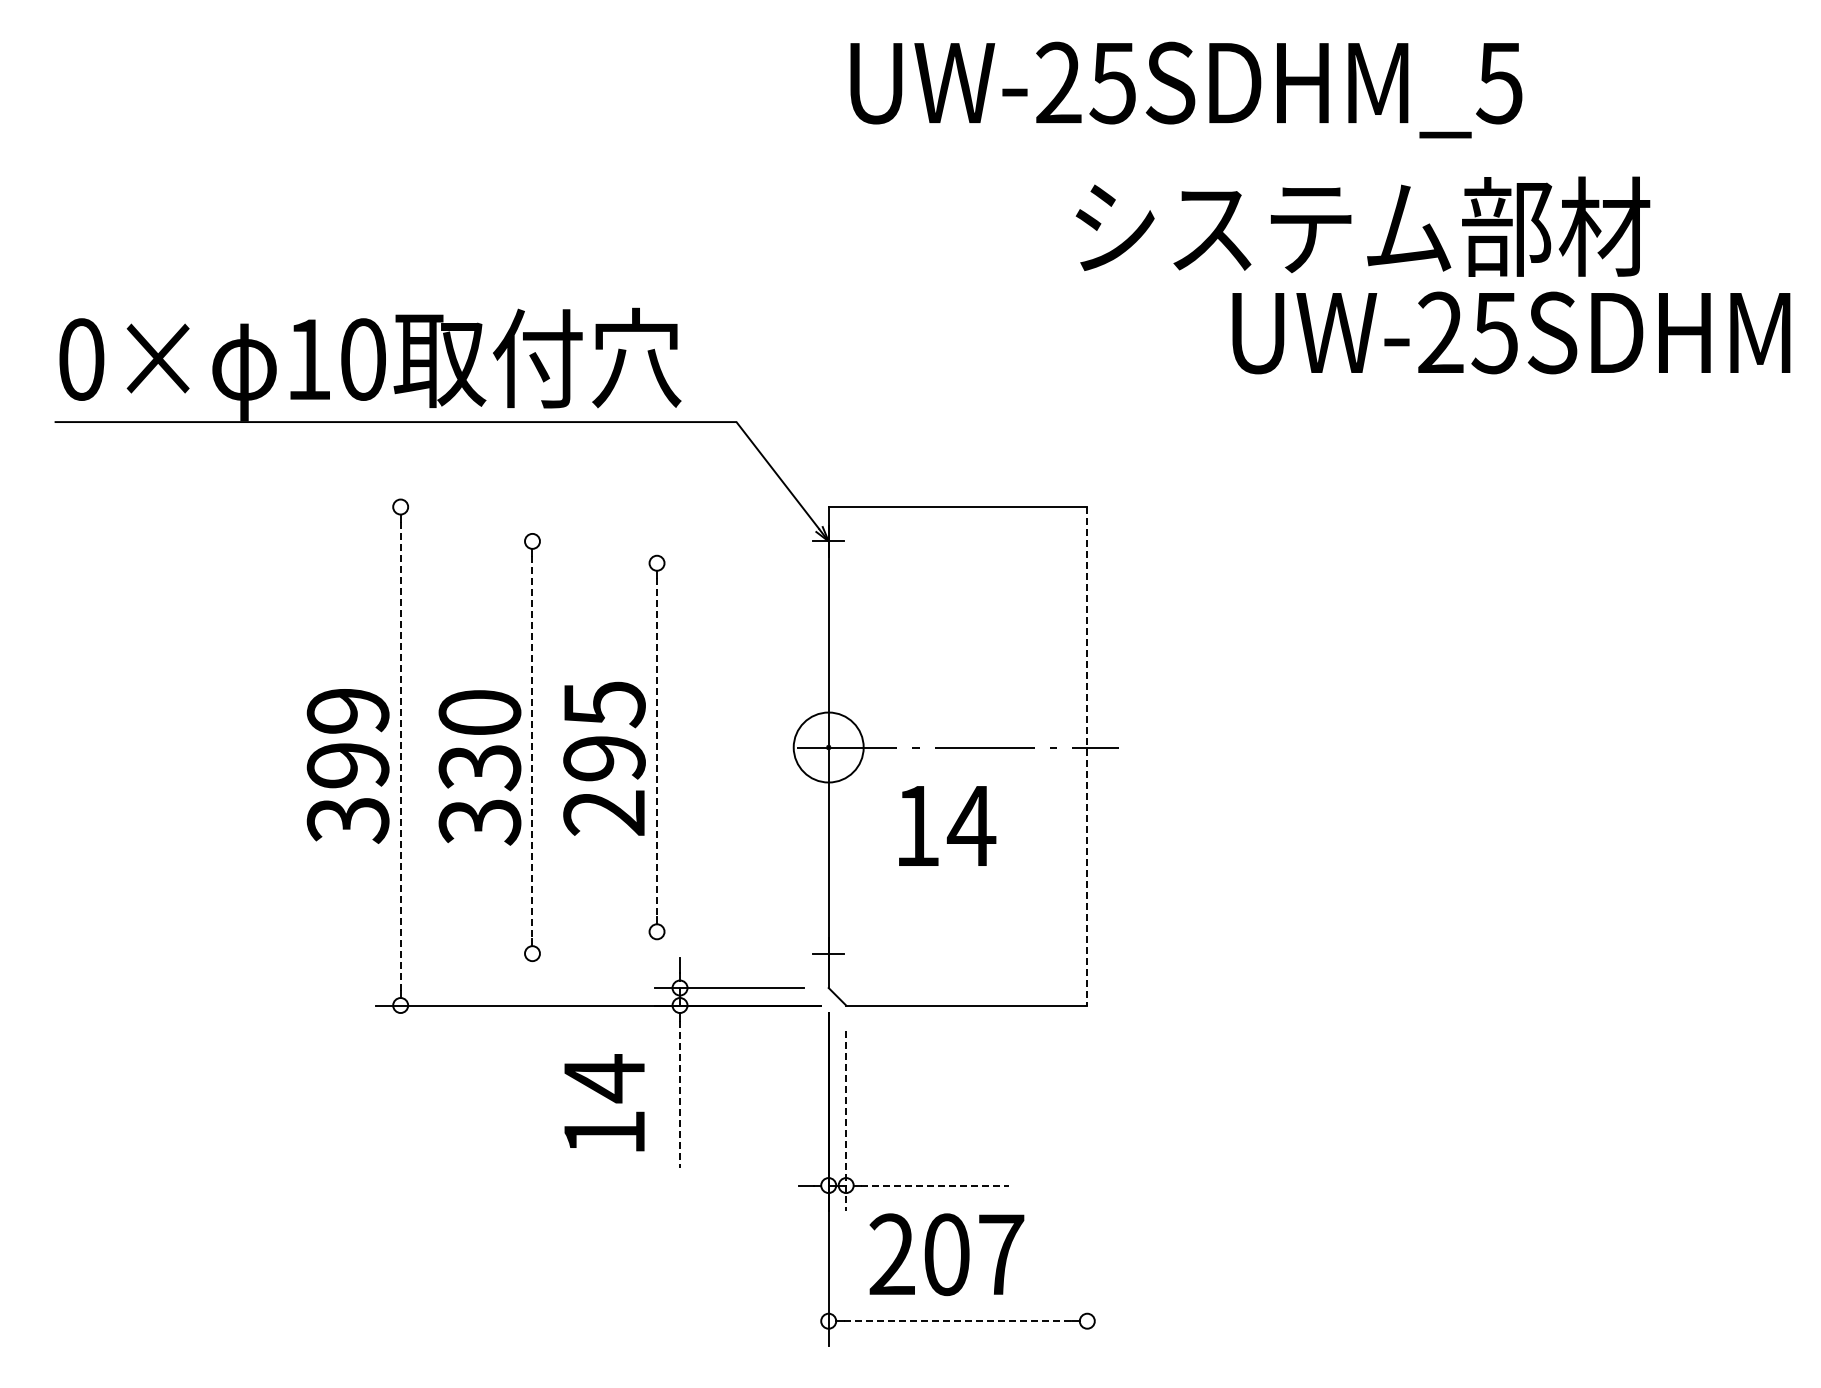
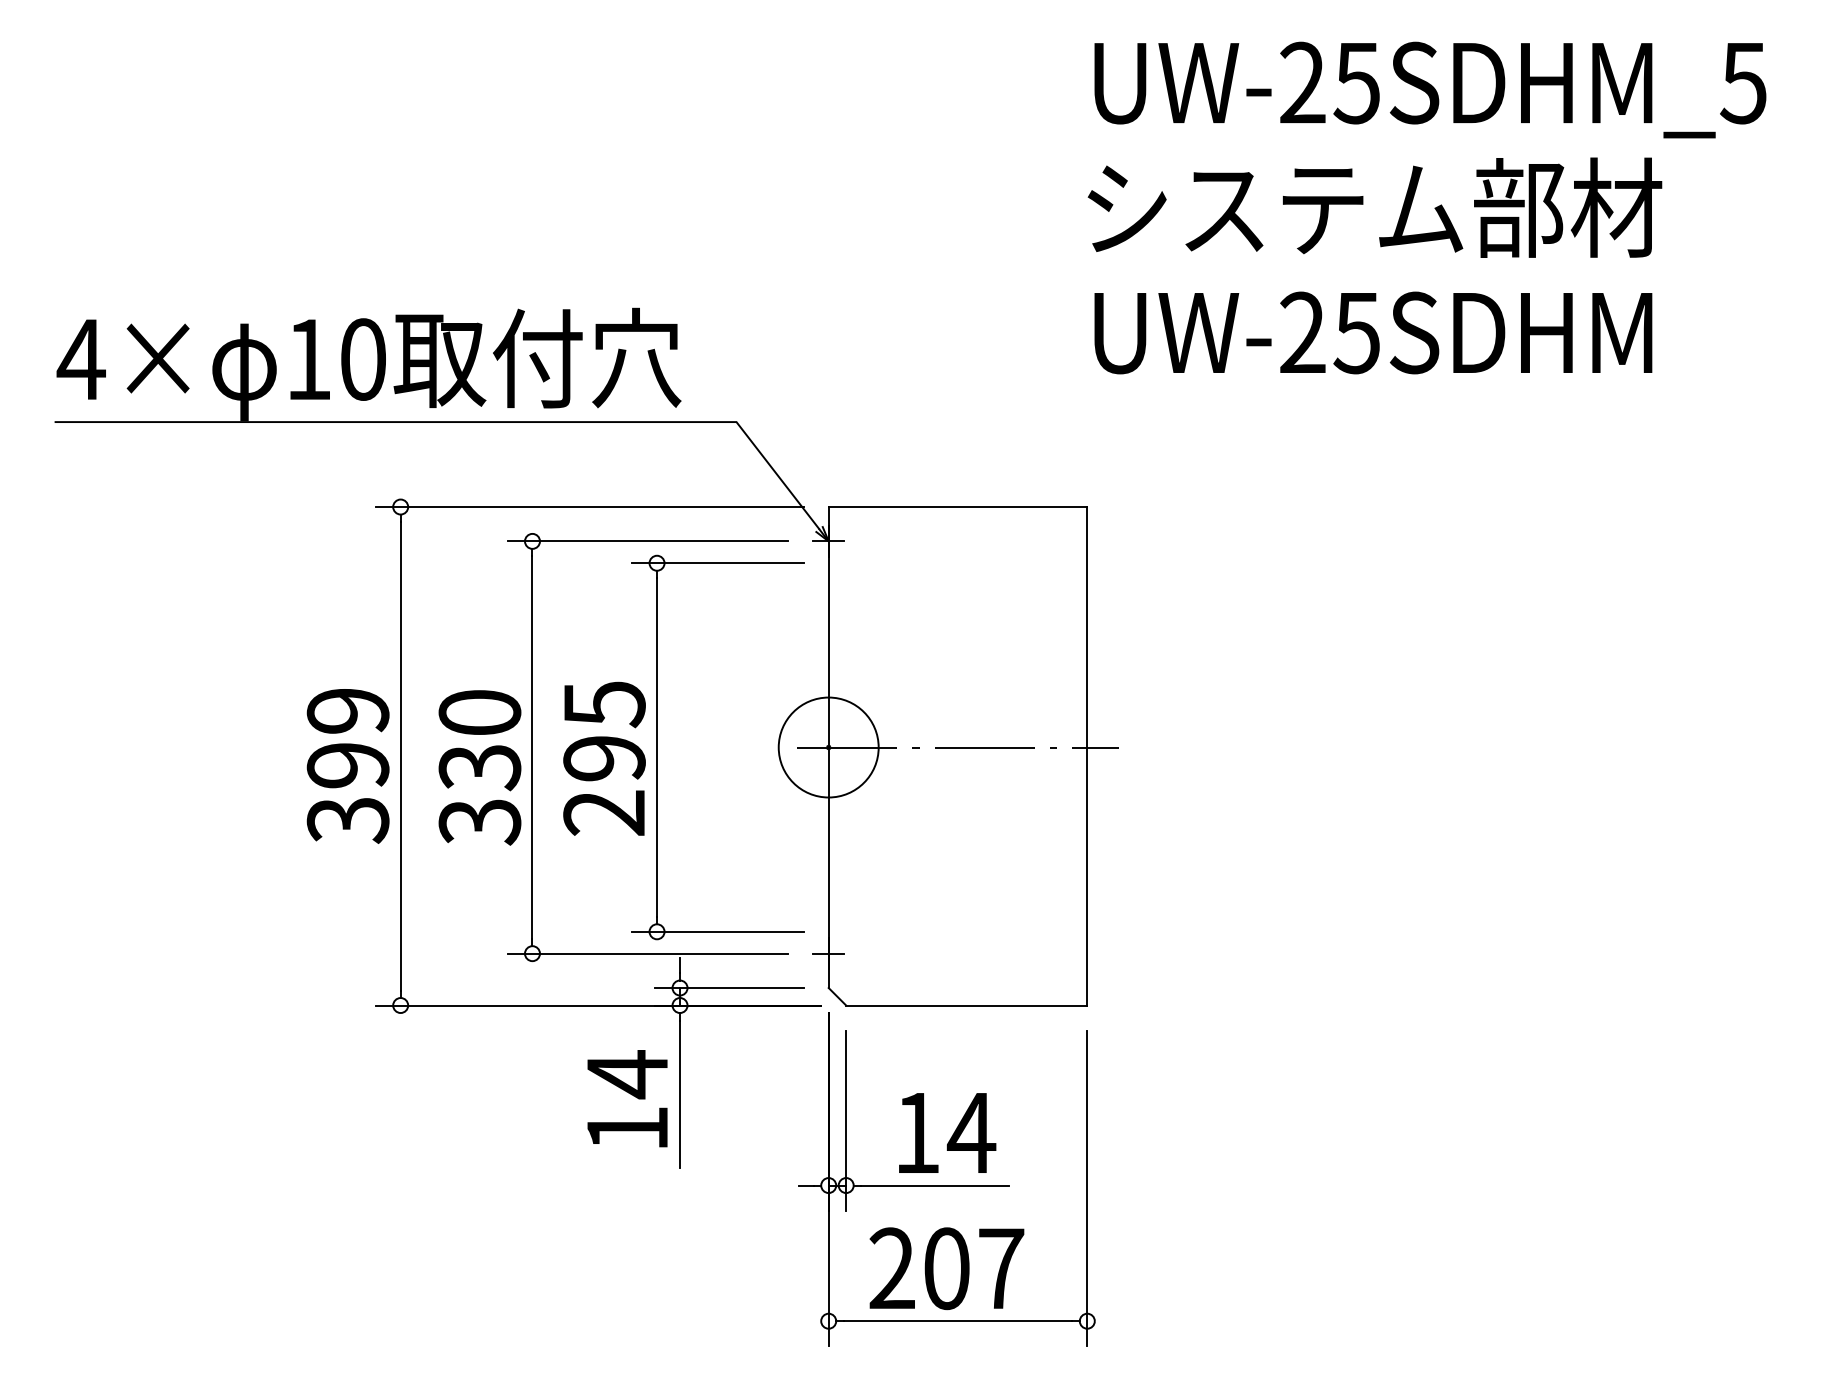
text at (1186, 89) position: (1186, 89) -> (1430, 89)
text at (1362, 226) position: (1362, 226) -> (1374, 207)
text at (1511, 332) position: (1511, 332) -> (1373, 332)
text at (80, 359): 0× -> 4×
line at (589, 507): none -> present
line at (647, 541): none -> present
line at (717, 563): none -> present
circle at (828, 747) diameter: 70 px -> 100 px
line at (532, 748): dashed -> solid
line at (657, 748): dashed -> solid
line at (400, 756): dashed -> solid
line at (1087, 756): dashed -> solid
text at (947, 825) position: (947, 825) -> (947, 1132)
line at (717, 931): none -> present
line at (647, 953): none -> present
line at (680, 1094): dashed -> solid
text at (604, 1102) position: (604, 1102) -> (627, 1098)
line at (846, 1121): dashed -> solid
line at (935, 1185): dashed -> solid
line at (1087, 1188): none -> present
text at (946, 1254) position: (946, 1254) -> (946, 1268)
line at (958, 1321): dashed -> solid
